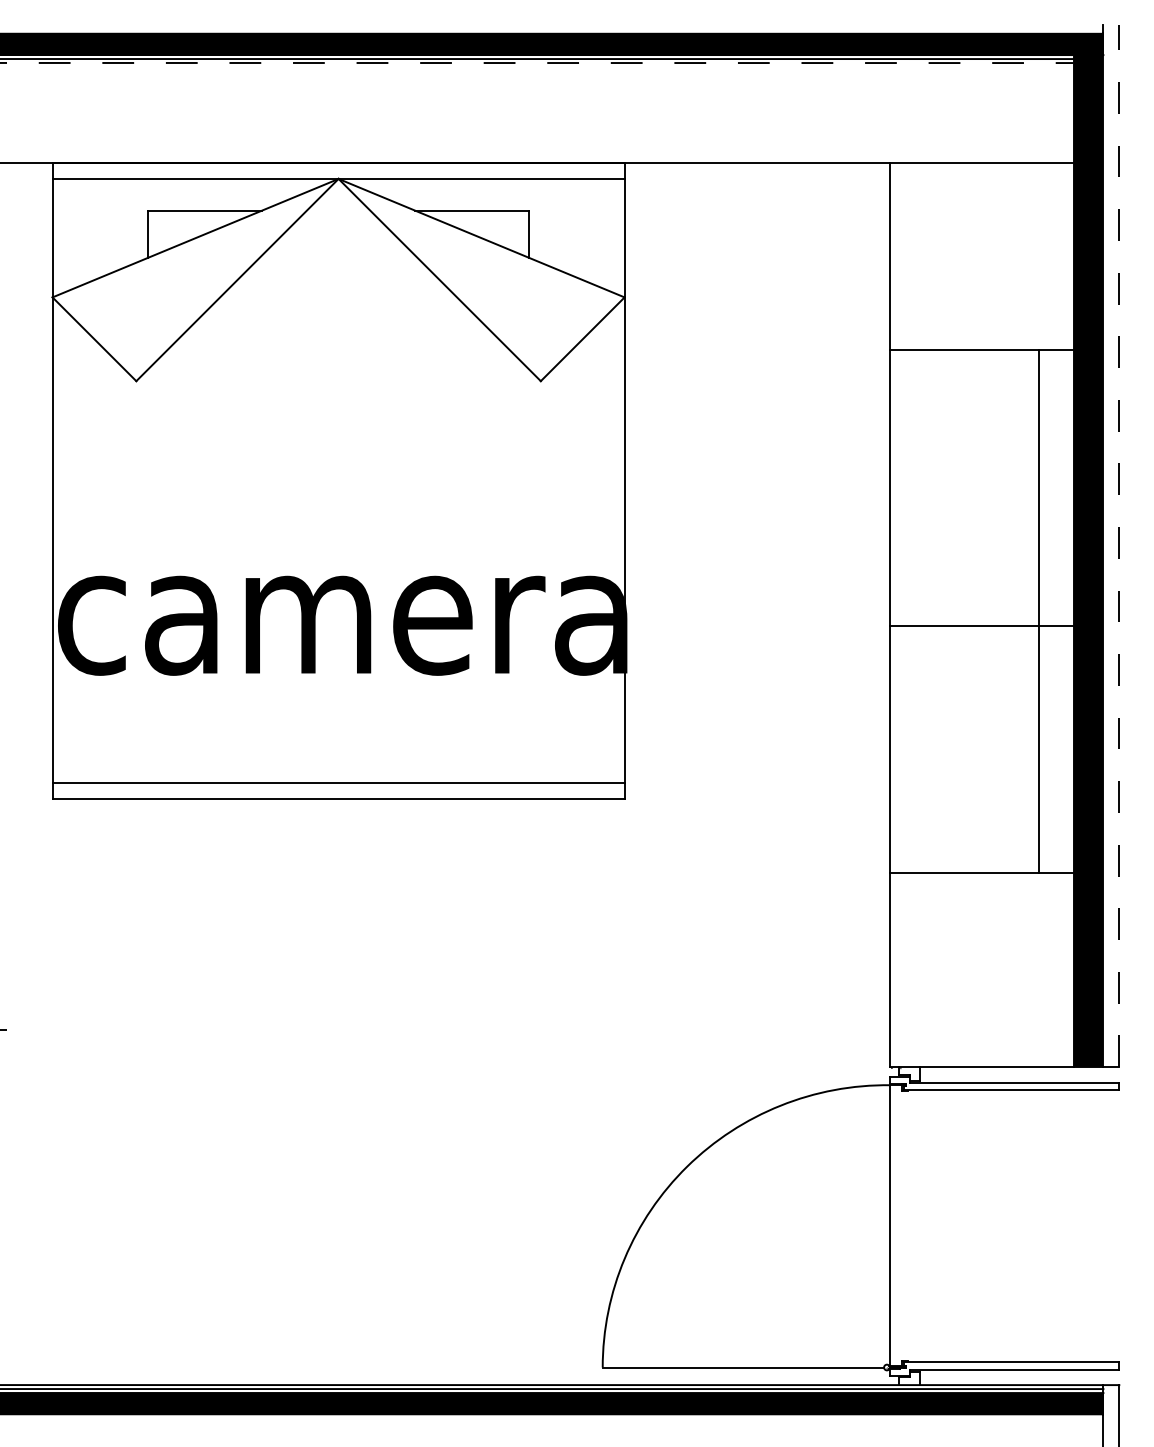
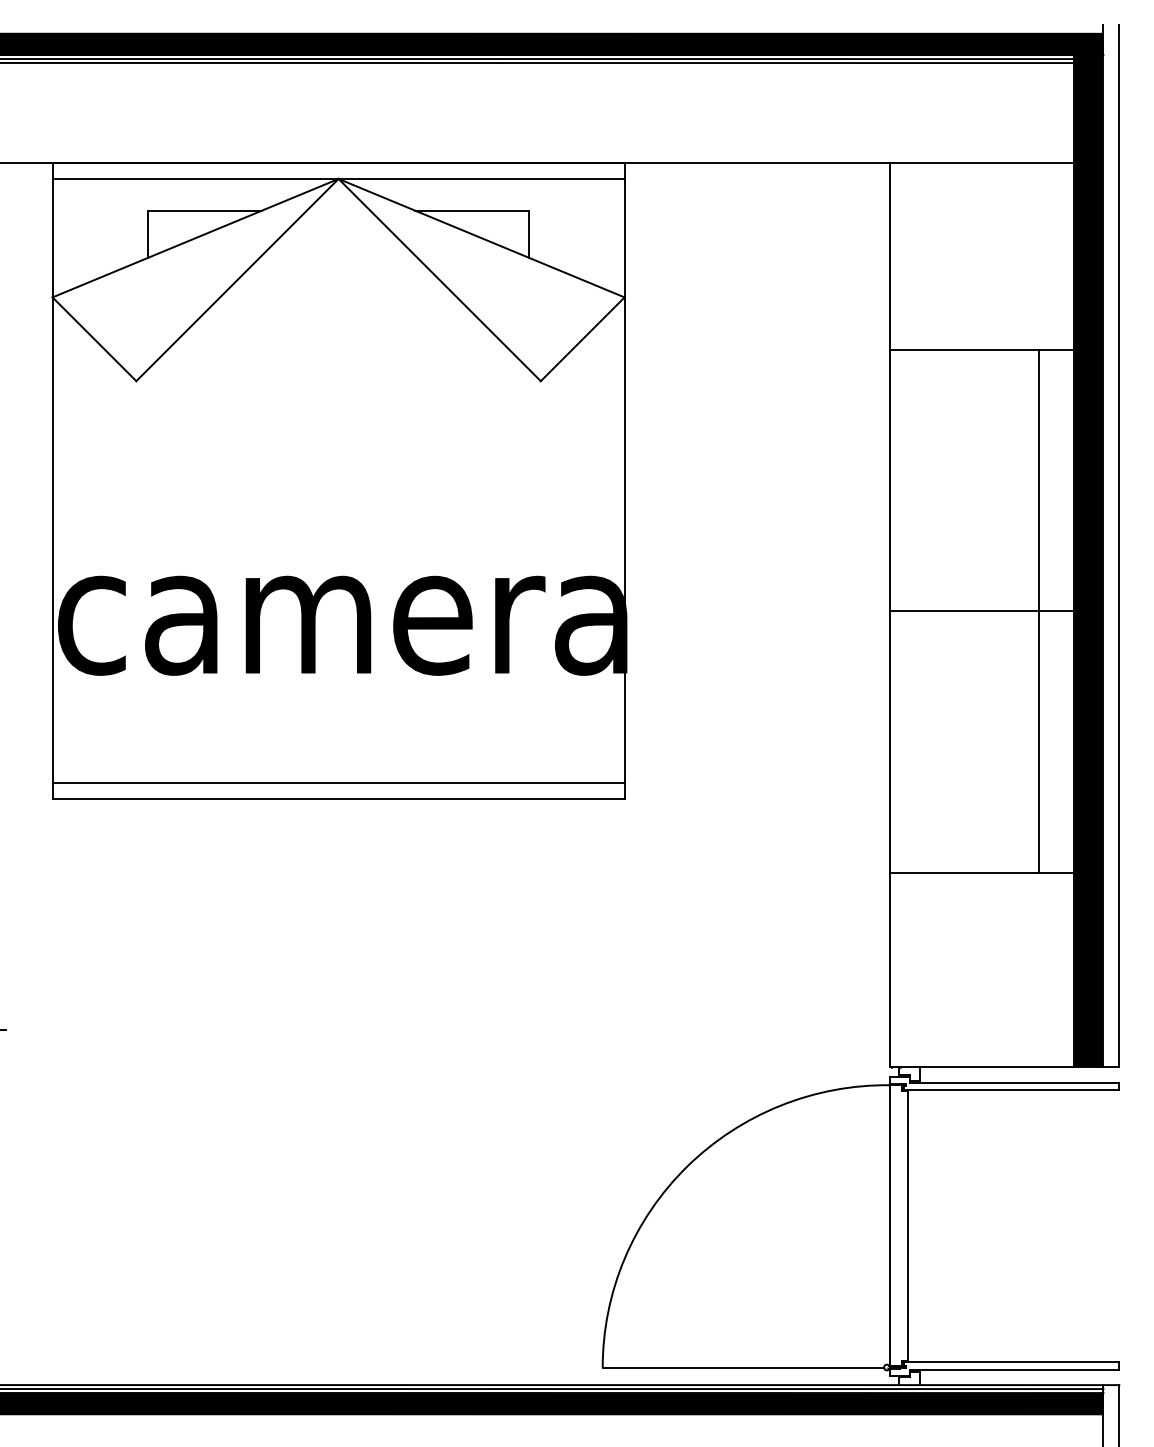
line at (537, 63): dashed -> solid
line at (1119, 545): dashed -> solid
line at (981, 626) position: (981, 626) -> (981, 611)
line at (907, 1225): none -> present
